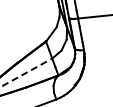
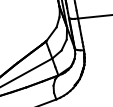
line at (26, 72): dashed -> solid
